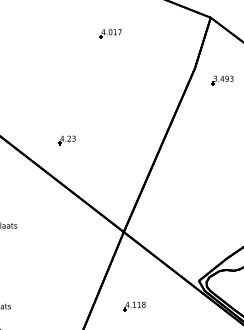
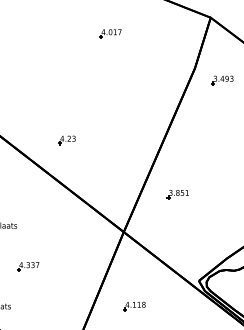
part at (177, 194): none -> present
part at (28, 266): none -> present
